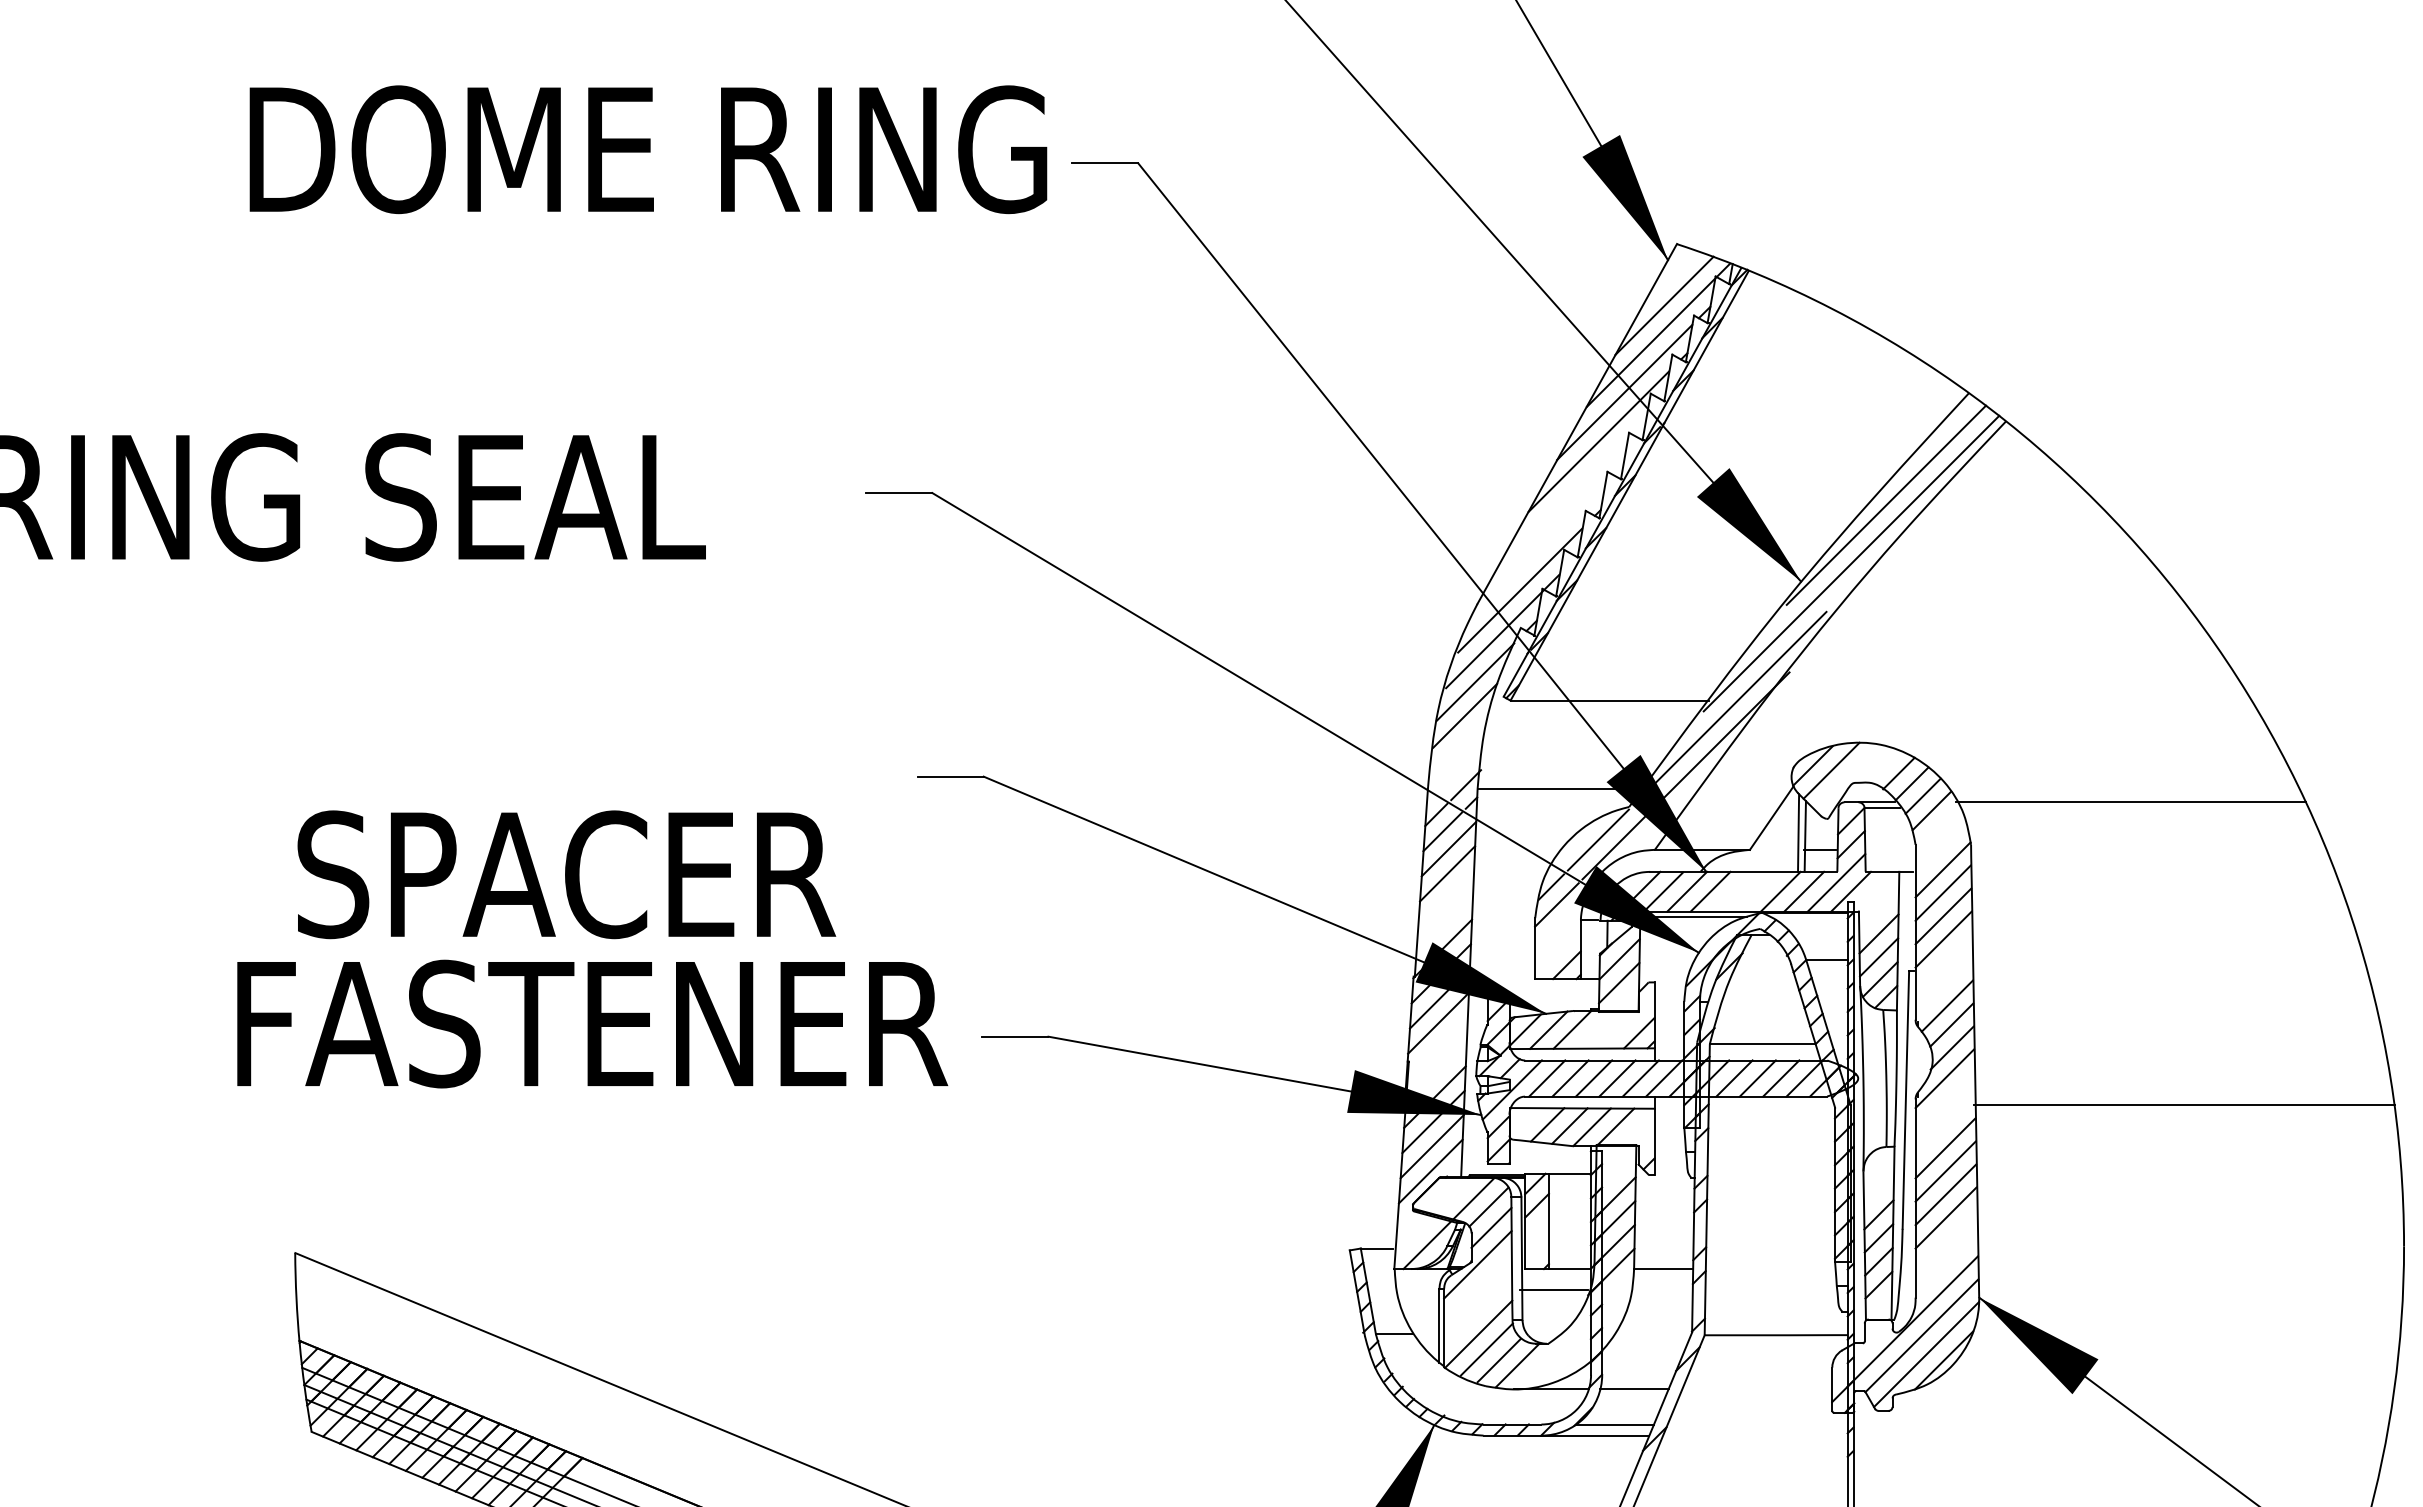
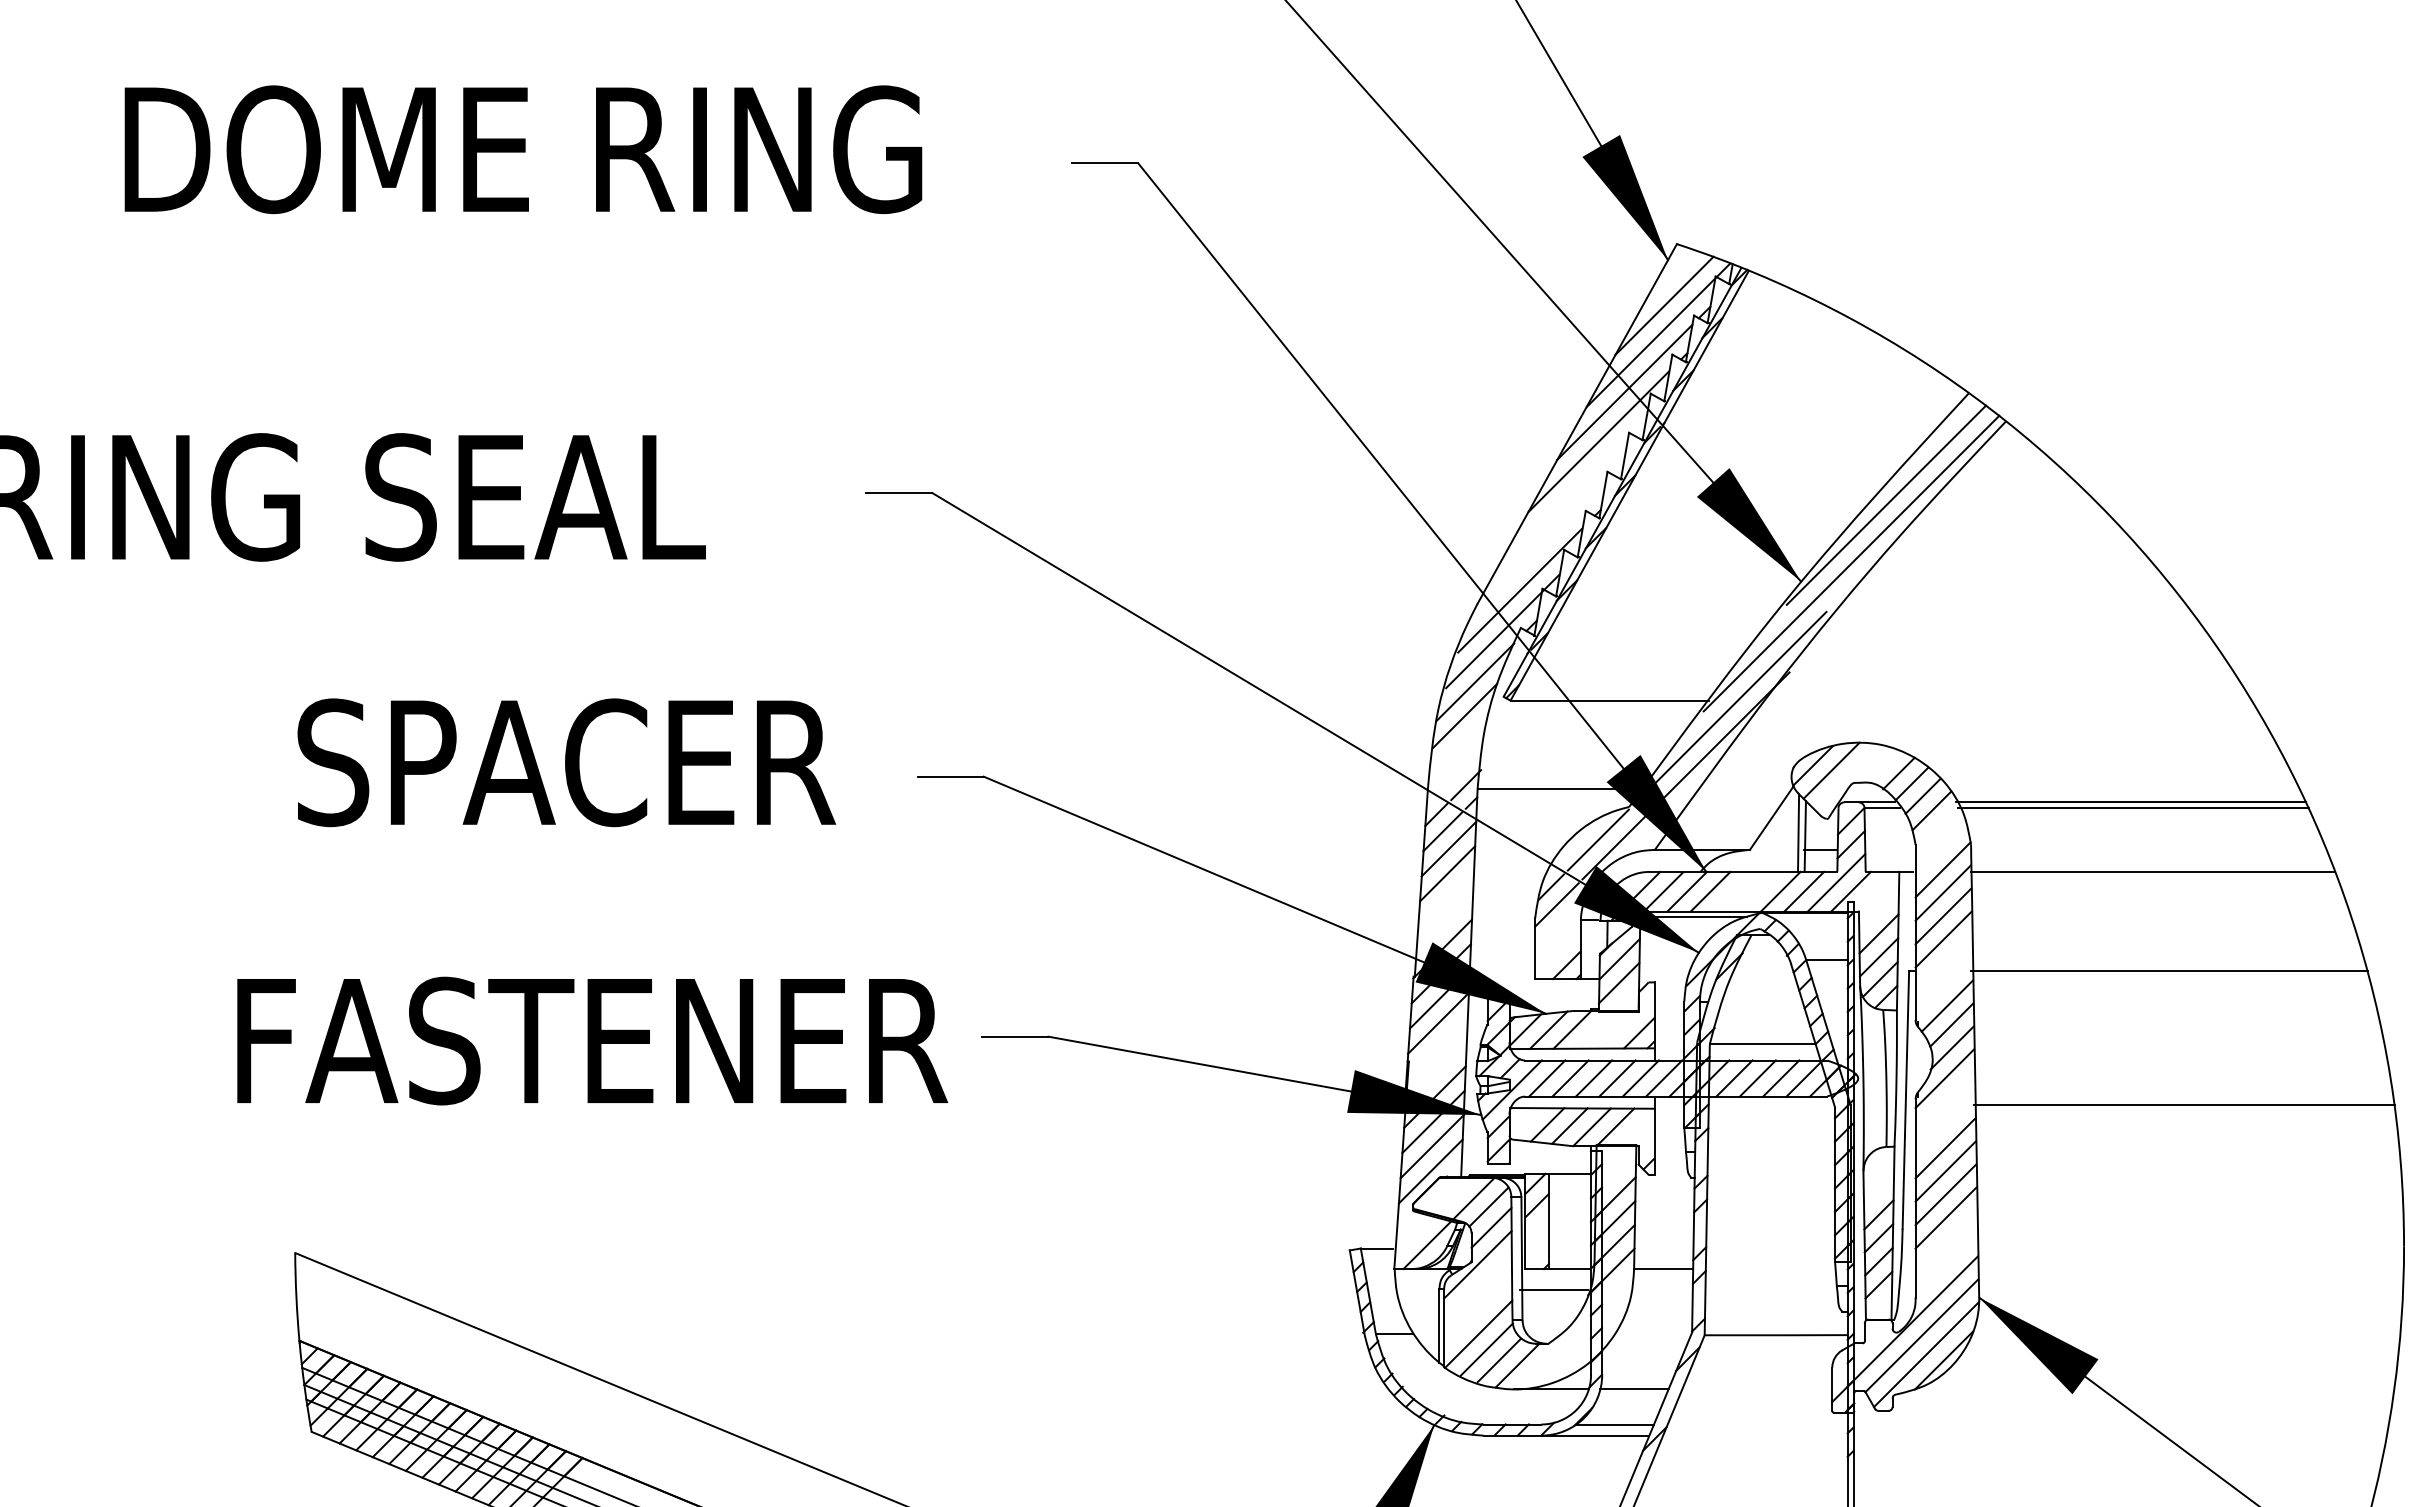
text at (648, 149) position: (648, 149) -> (523, 149)
line at (2132, 808): none -> present
line at (2152, 871): none -> present
text at (566, 874) position: (566, 874) -> (566, 762)
line at (2168, 971): none -> present
text at (592, 1023) position: (592, 1023) -> (592, 1040)
